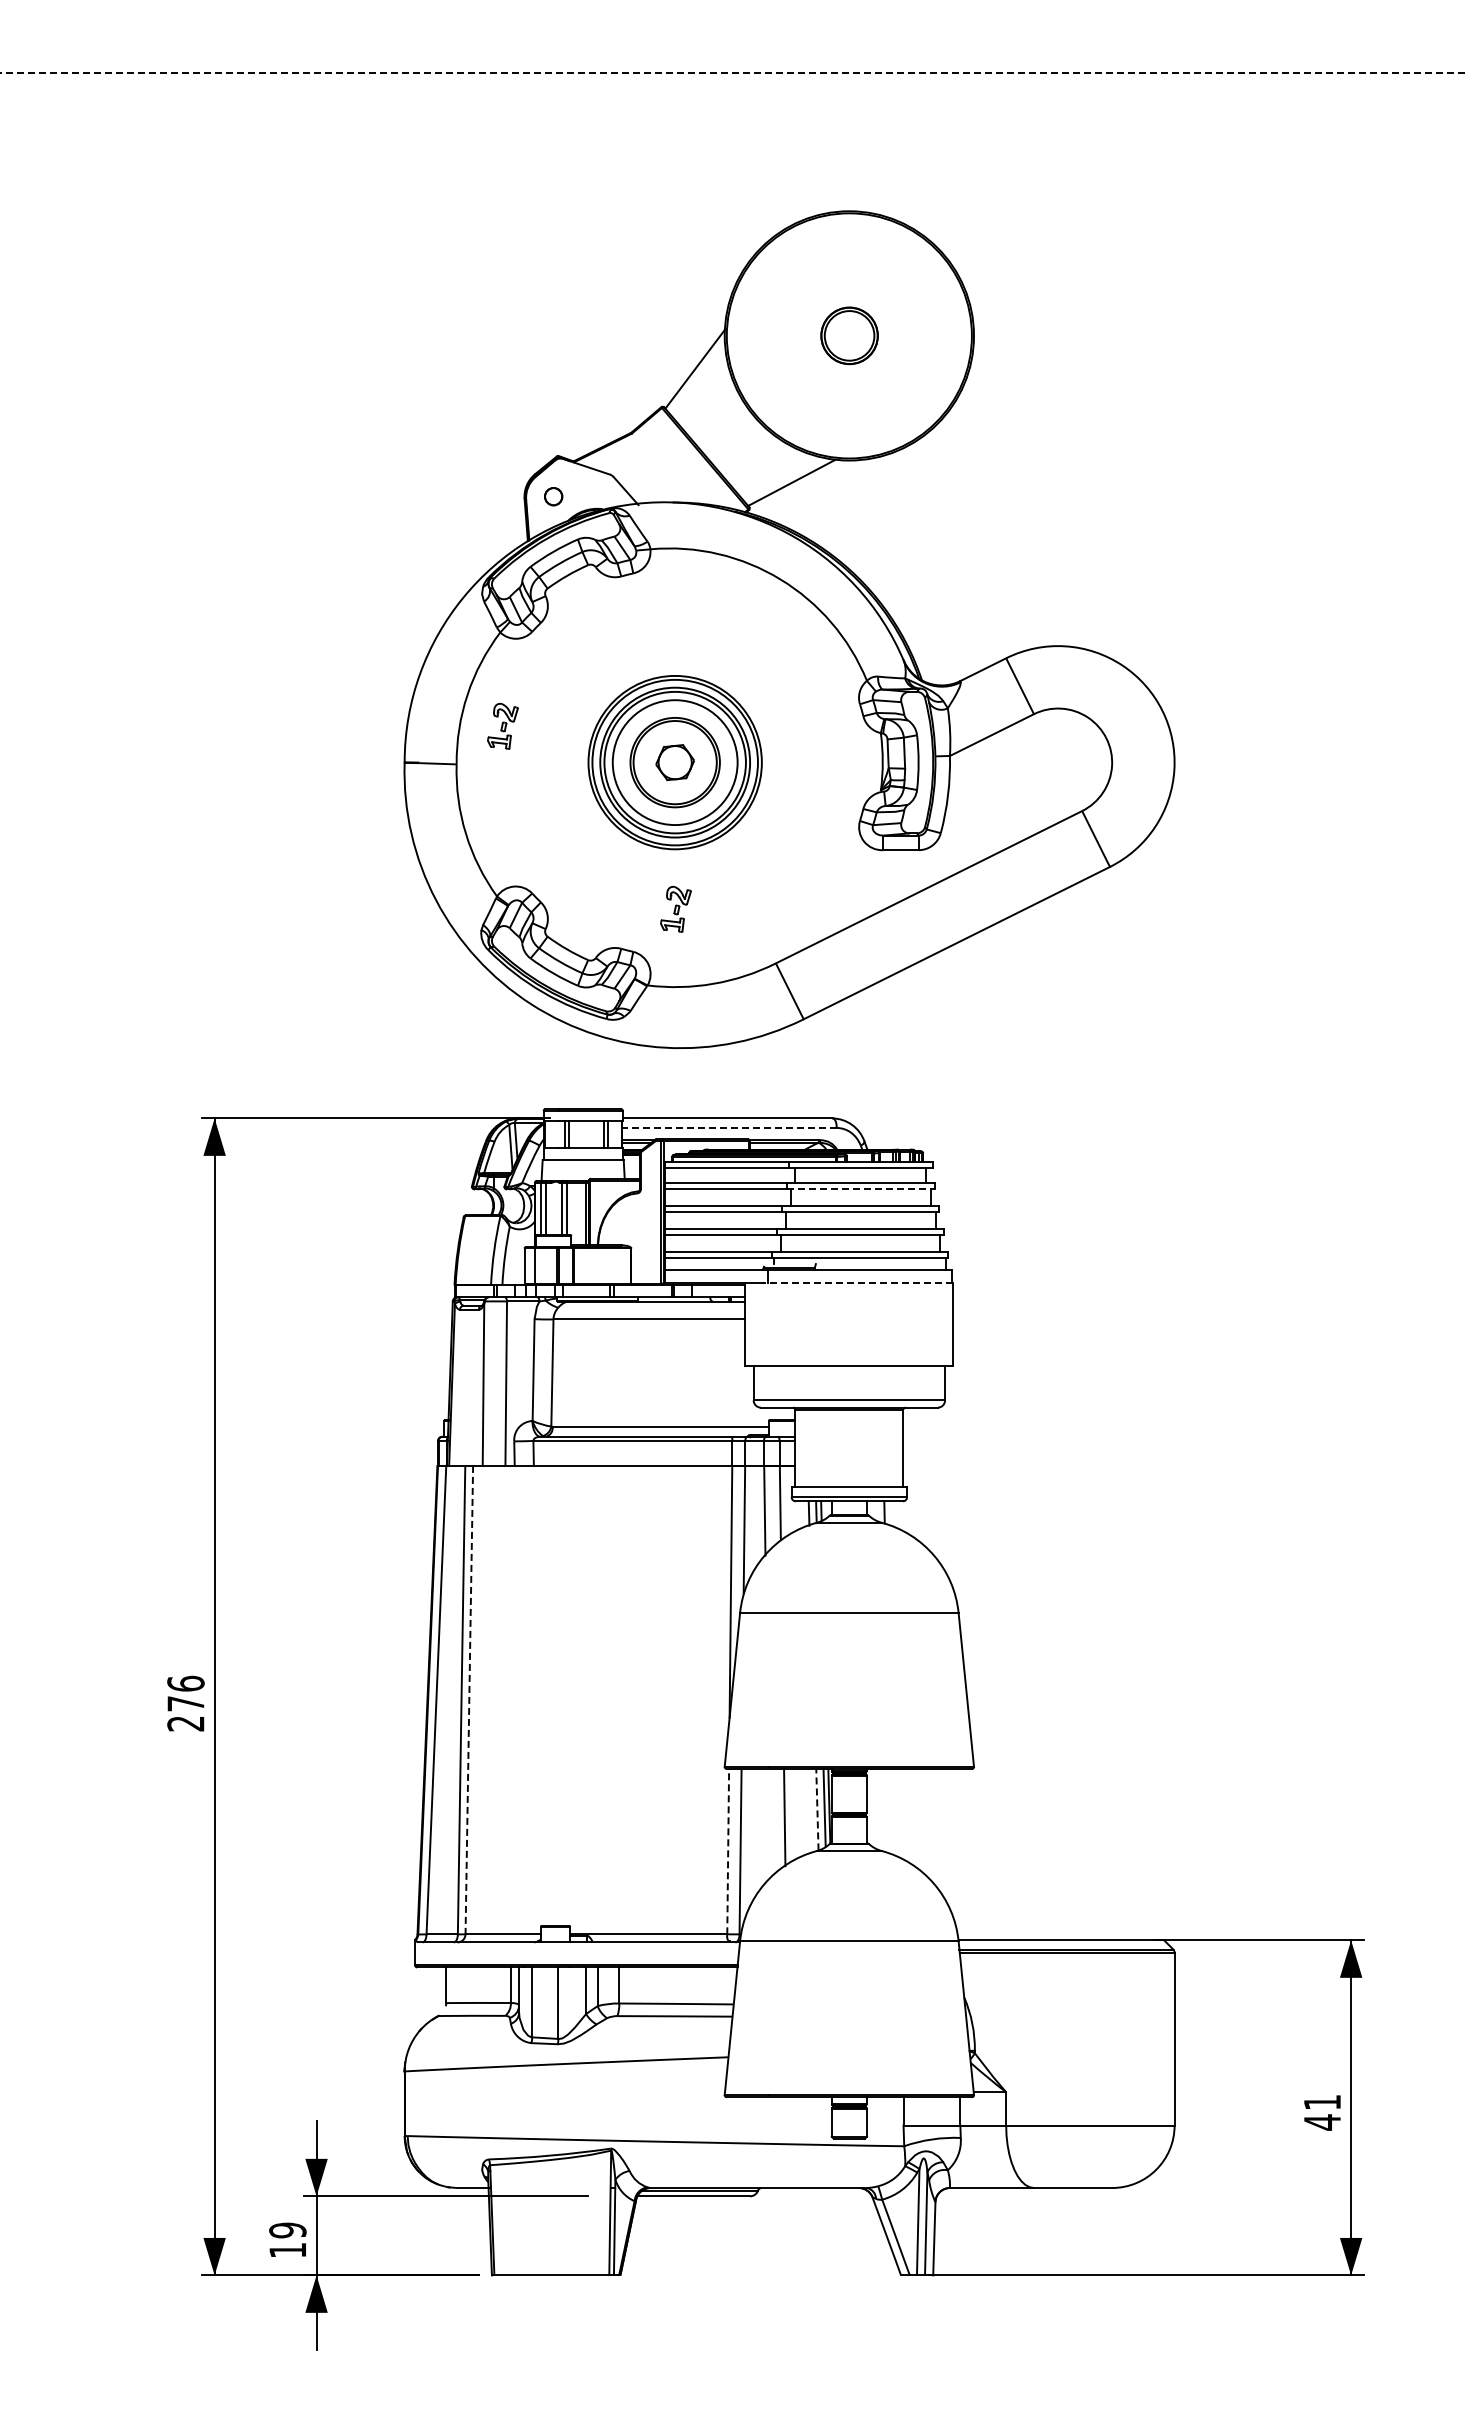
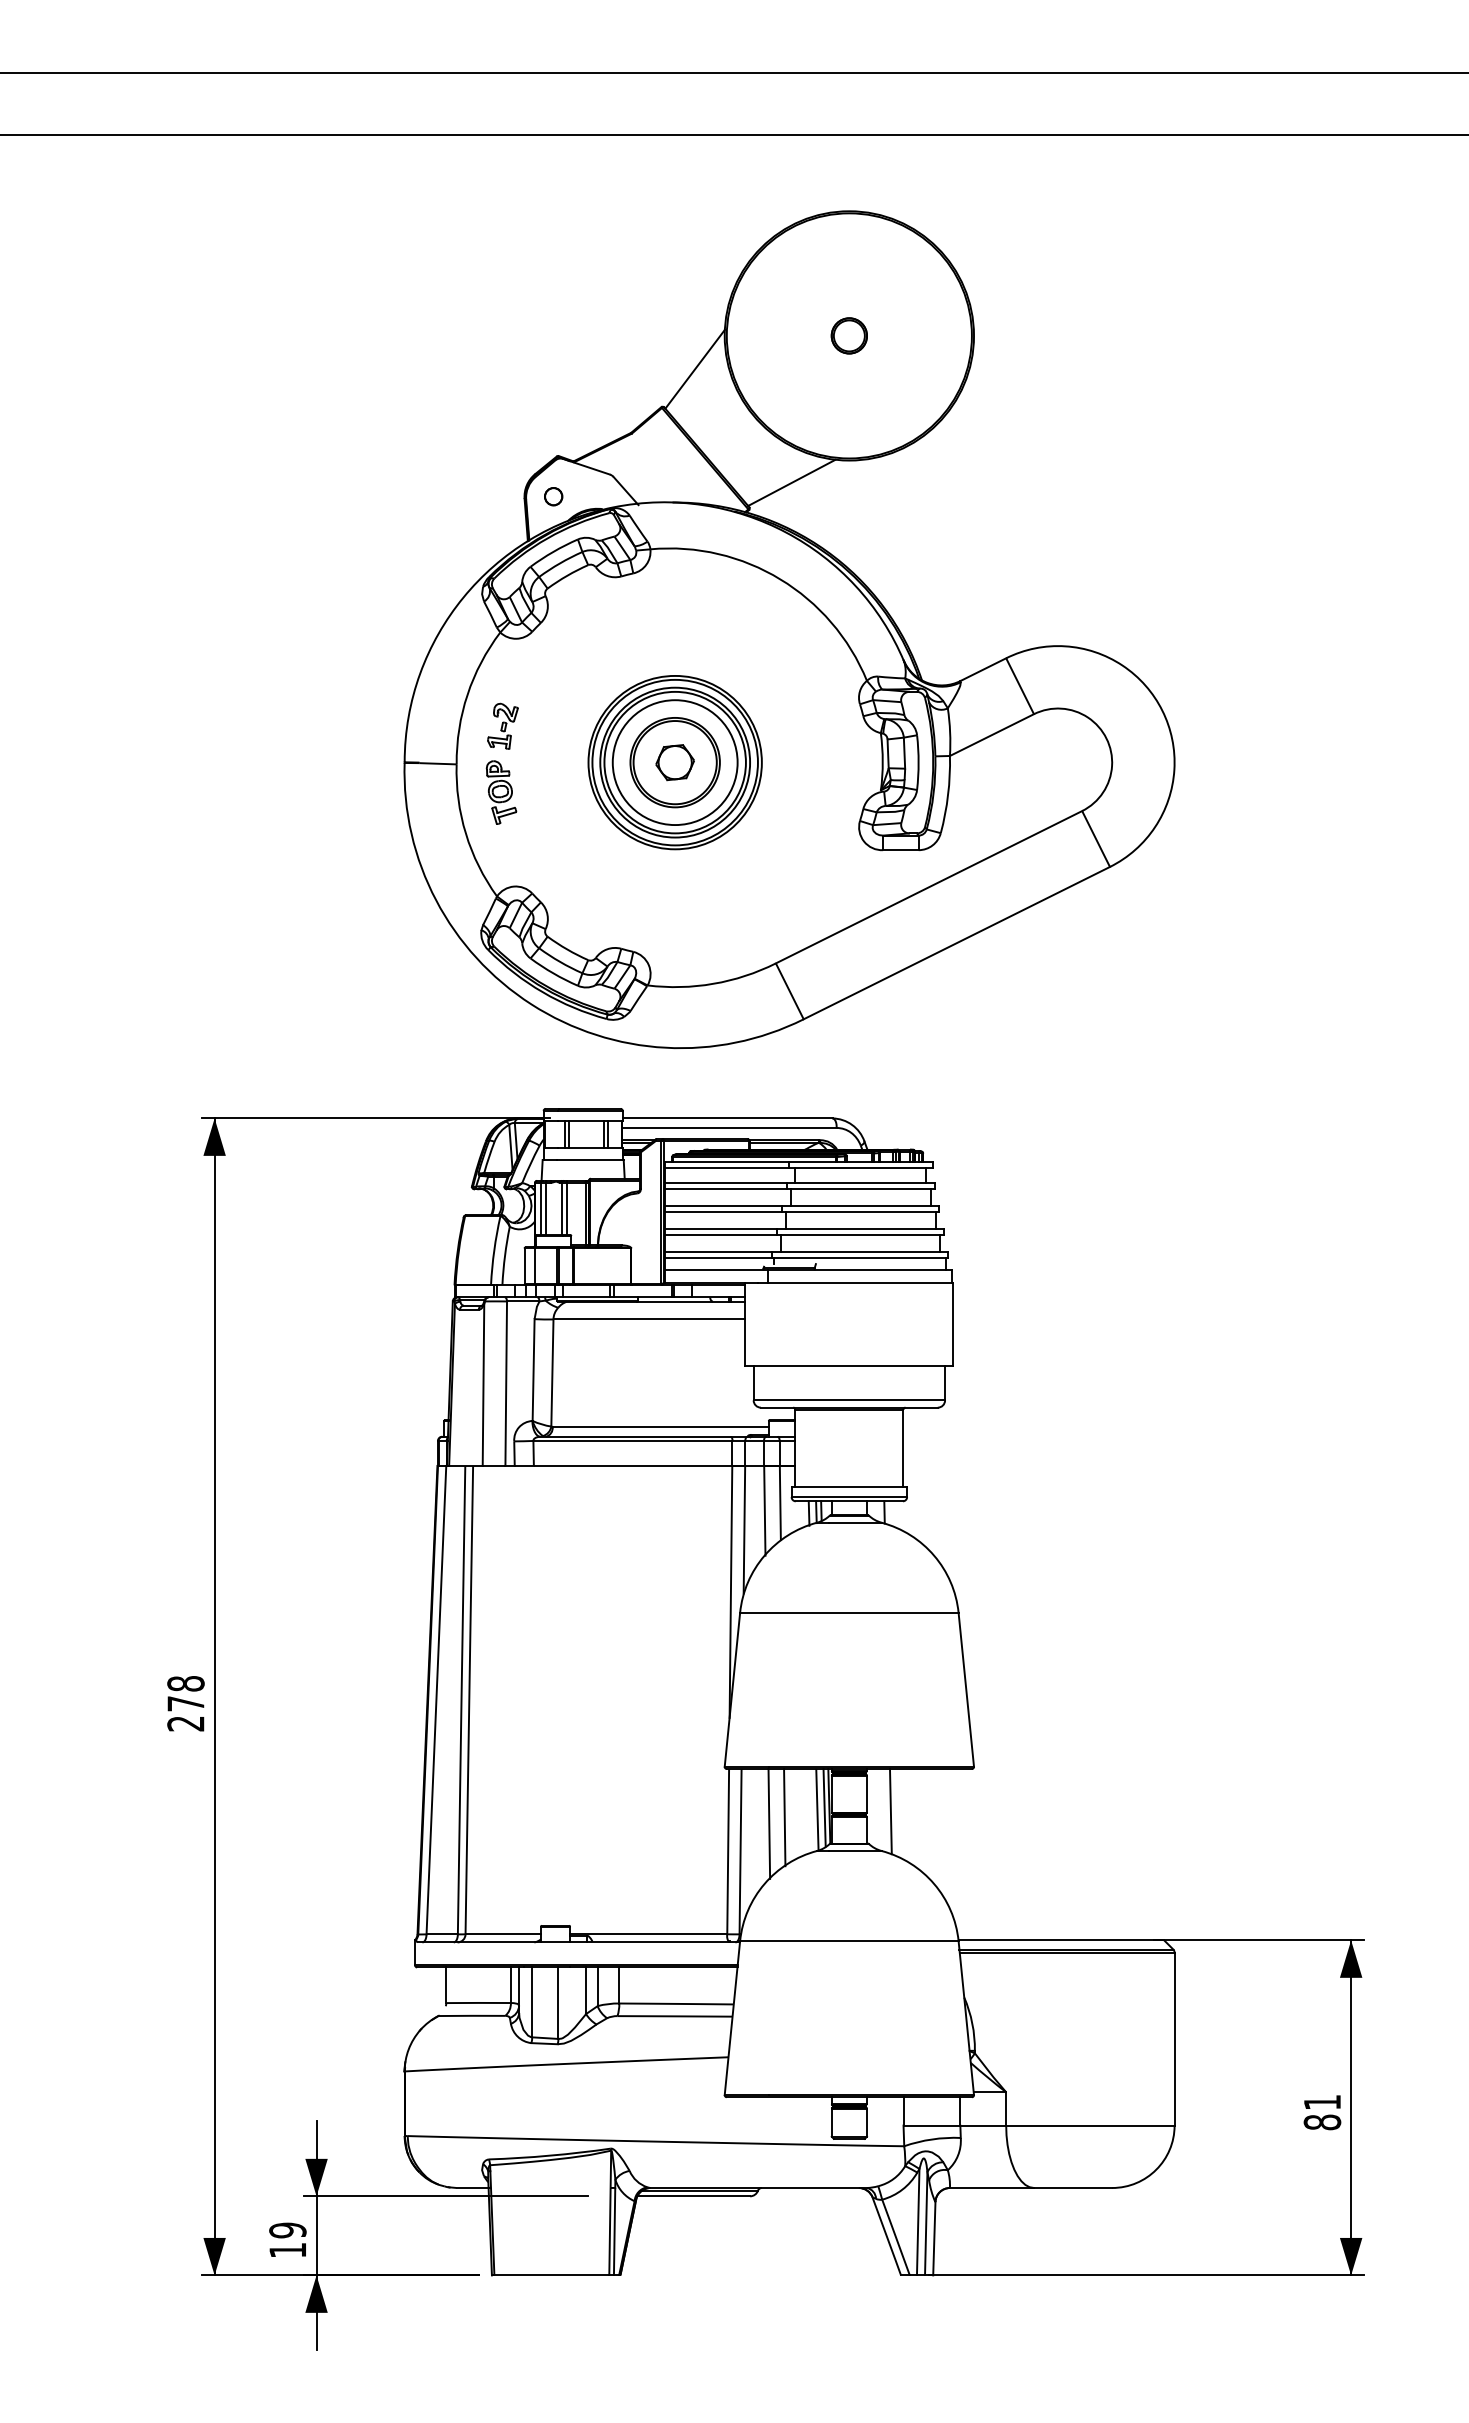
line at (734, 72): dashed -> solid
line at (733, 135): none -> present
part at (849, 335) size: 59x60 px -> 38x38 px
part at (501, 792): none -> present
part at (675, 908): present -> none
line at (729, 1127): dashed -> solid
line at (860, 1189): dashed -> solid
line at (855, 1282): dashed -> solid
text at (185, 1683): 276 -> 278
line at (469, 1698): dashed -> solid
line at (817, 1808): dashed -> solid
line at (890, 1811): none -> present
line at (769, 1823): none -> present
line at (728, 1851): dashed -> solid
text at (1322, 2122): 41 -> 81
